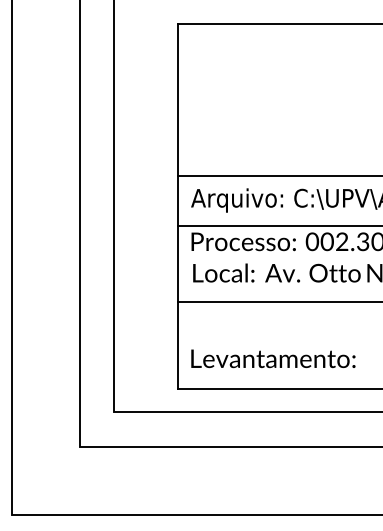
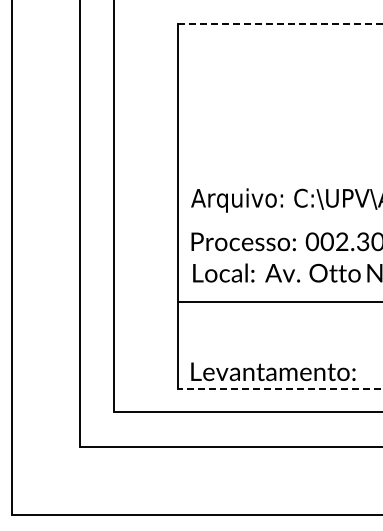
line at (280, 23): solid -> dashed
line at (278, 175): present -> none
line at (278, 225): present -> none
text at (273, 358) position: (273, 358) -> (273, 371)
line at (280, 388): solid -> dashed
